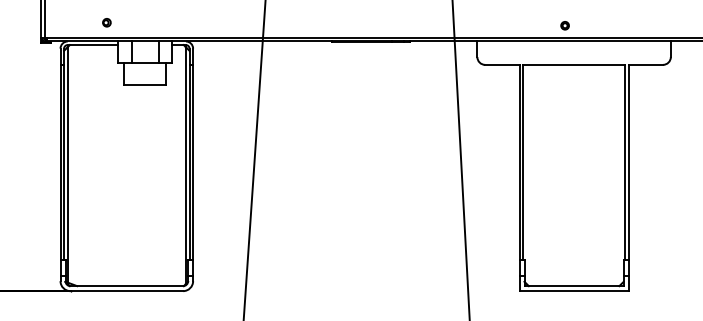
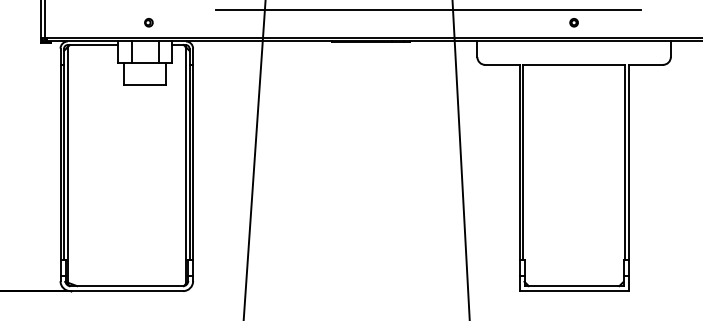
line at (428, 10): none -> present
part at (106, 22) position: (106, 22) -> (148, 22)
part at (564, 25) position: (564, 25) -> (573, 22)
